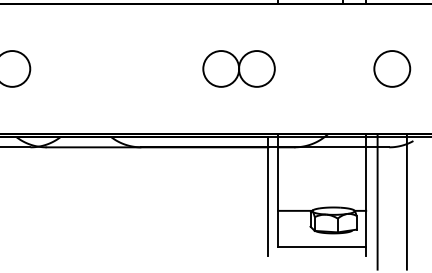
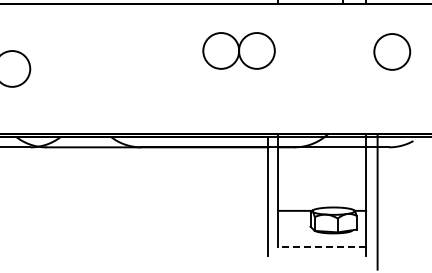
part at (238, 68) position: (238, 68) -> (238, 50)
circle at (392, 68) position: (392, 68) -> (392, 51)
line at (406, 201): present -> none
line at (321, 246): solid -> dashed
